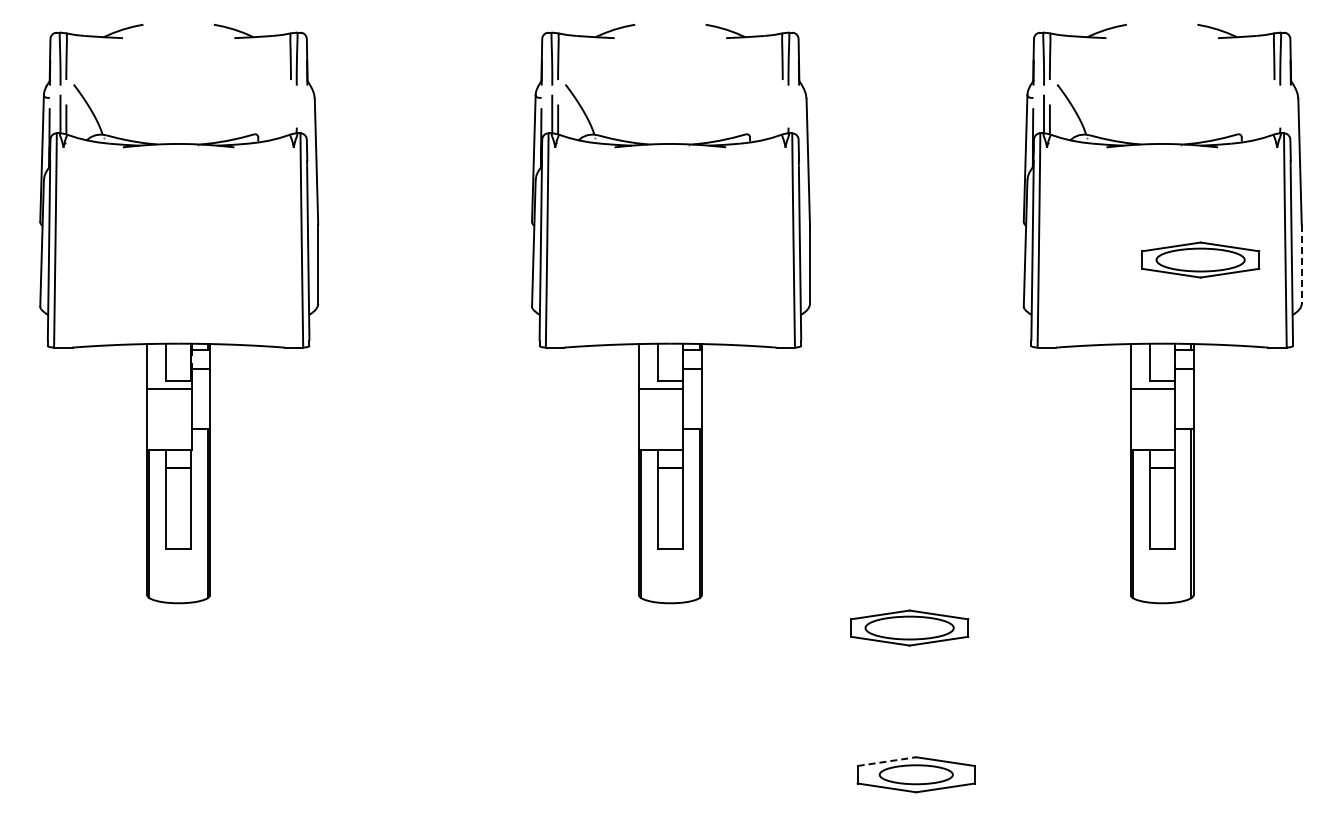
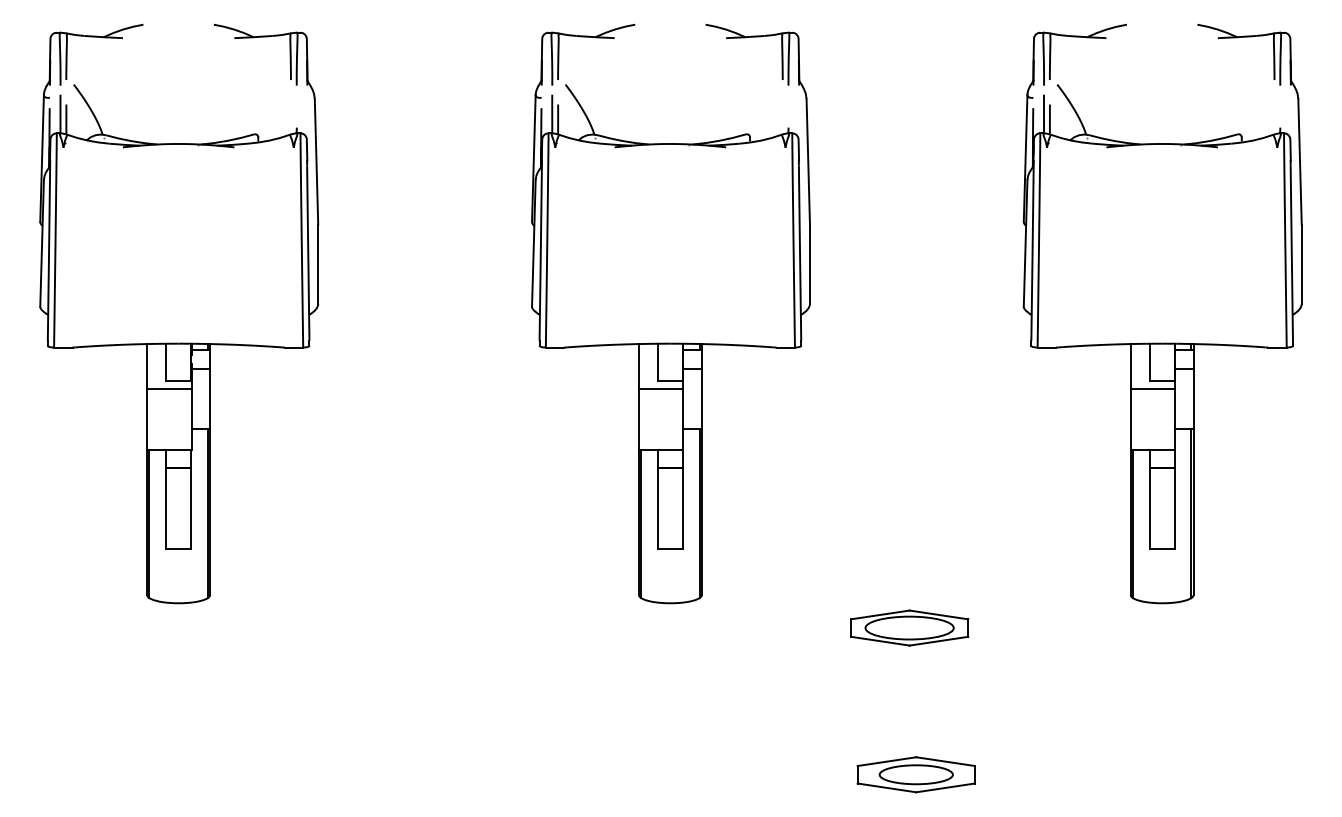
part at (1200, 259): present -> none
line at (1301, 264): dashed -> solid
line at (887, 761): dashed -> solid
